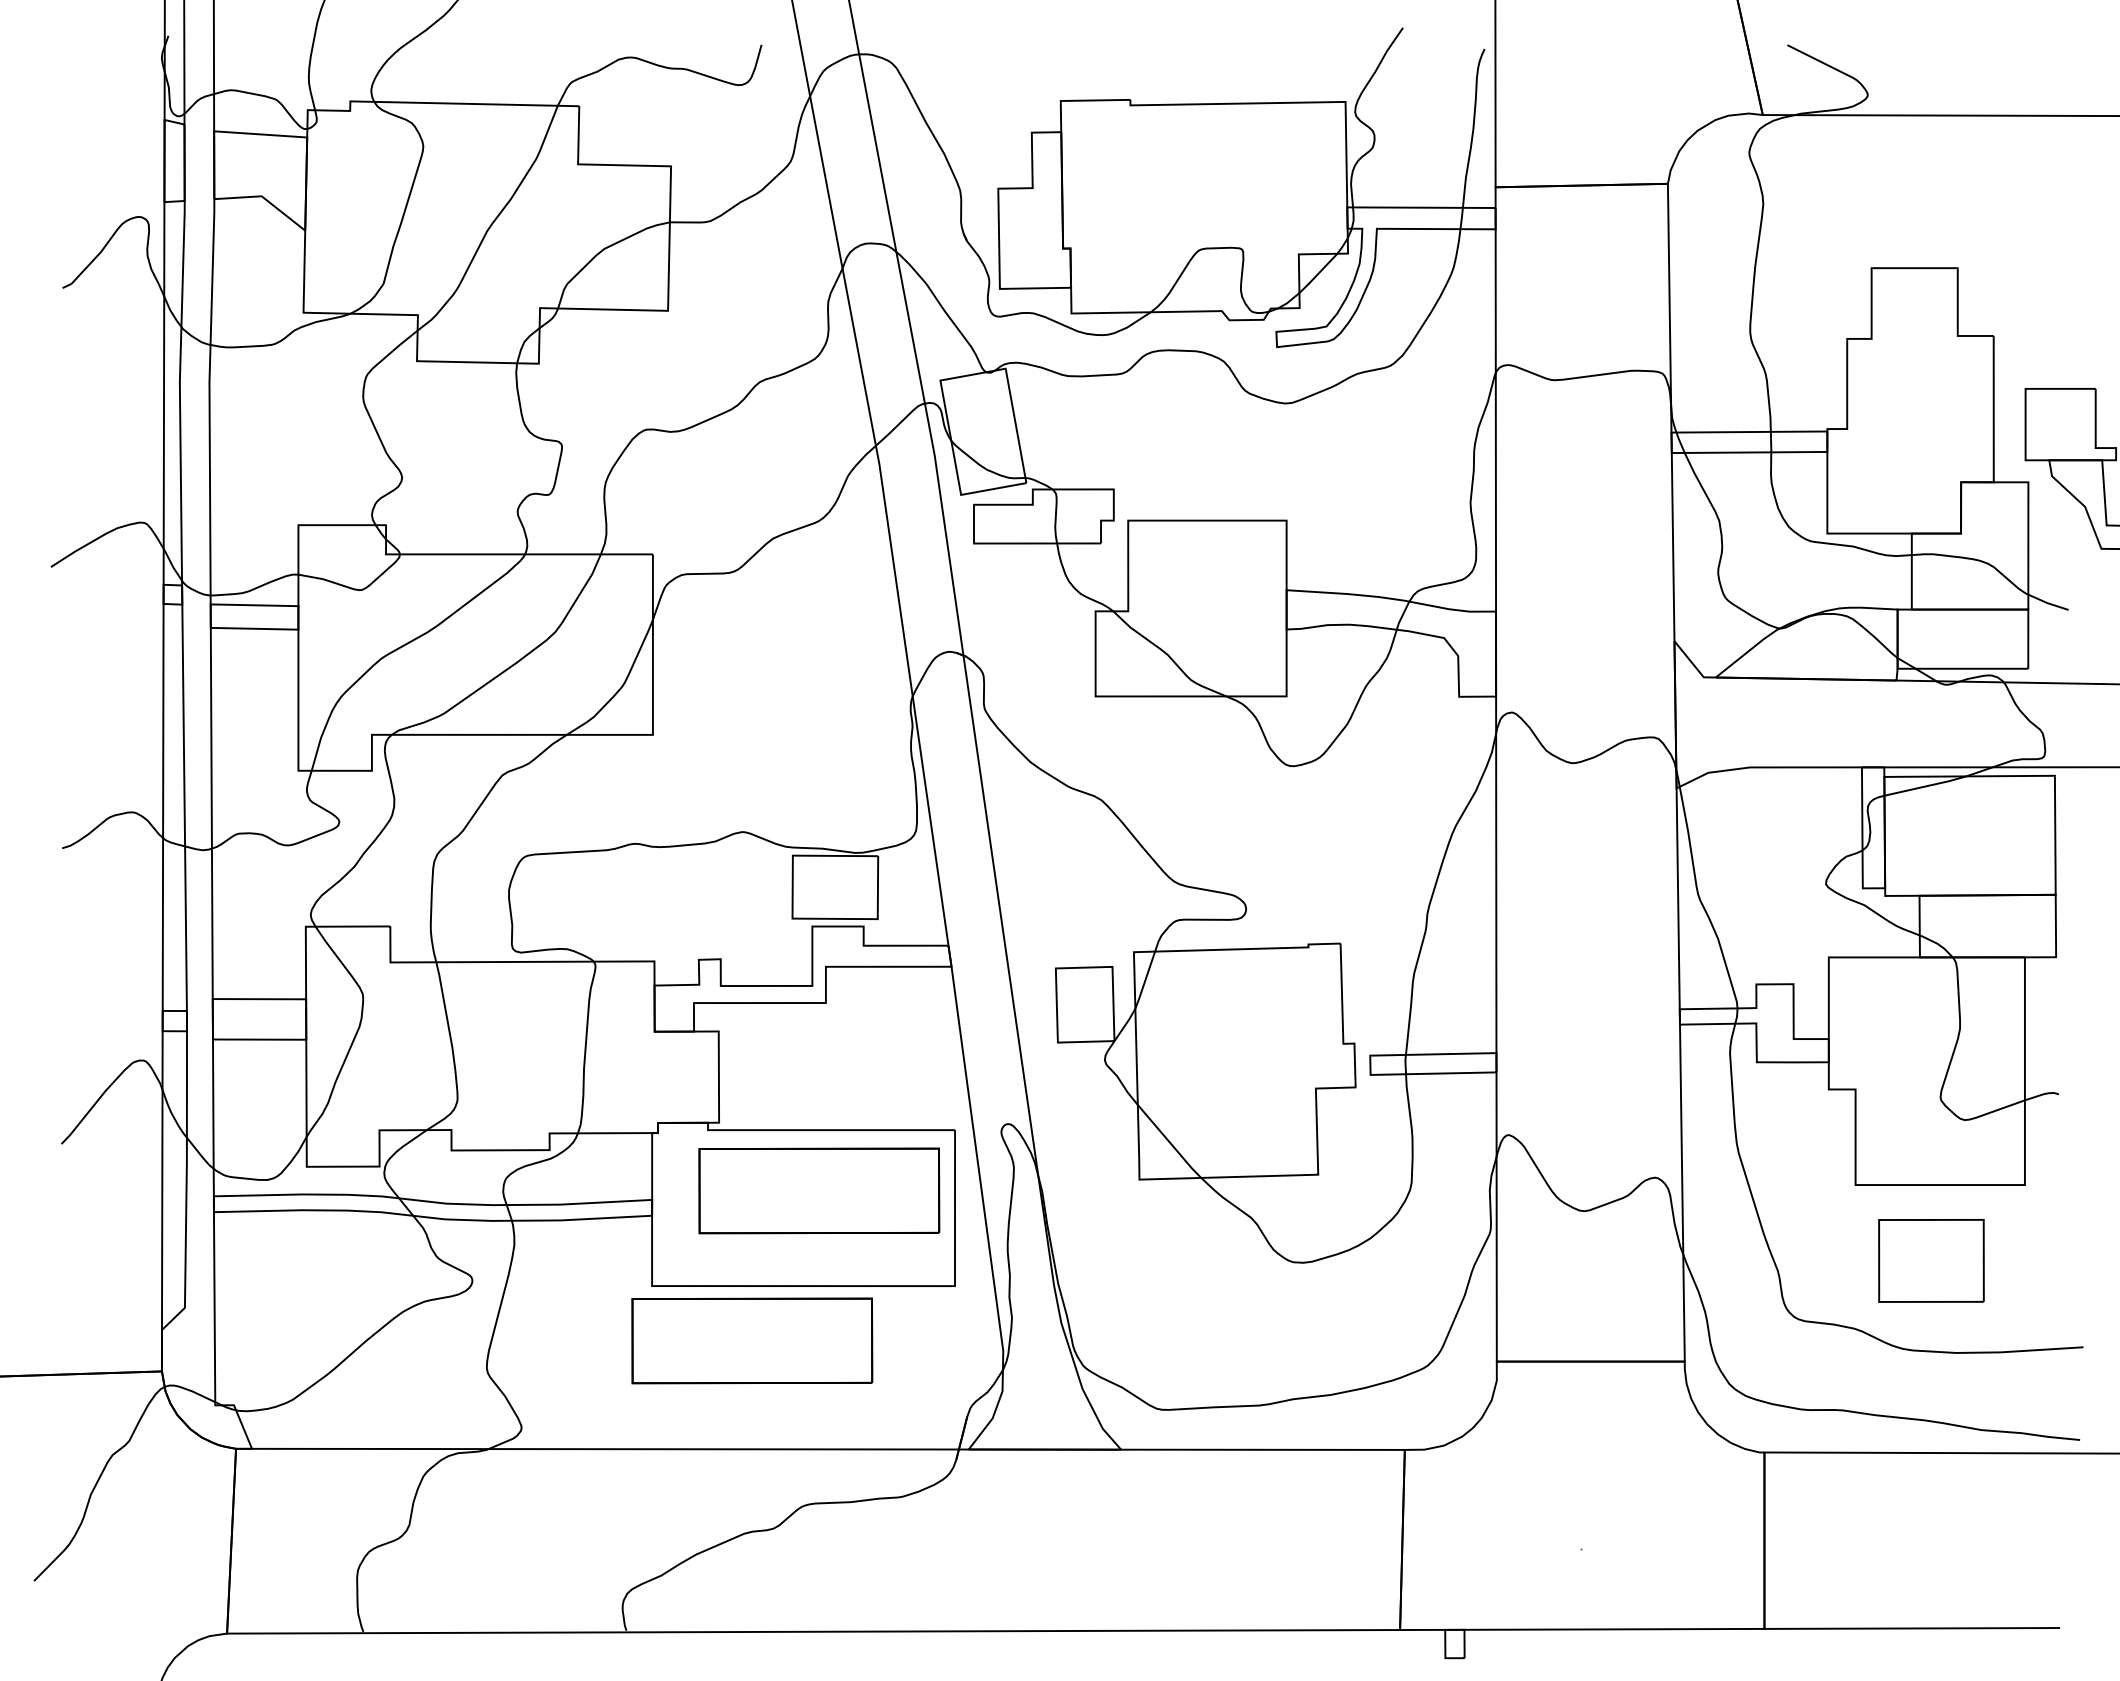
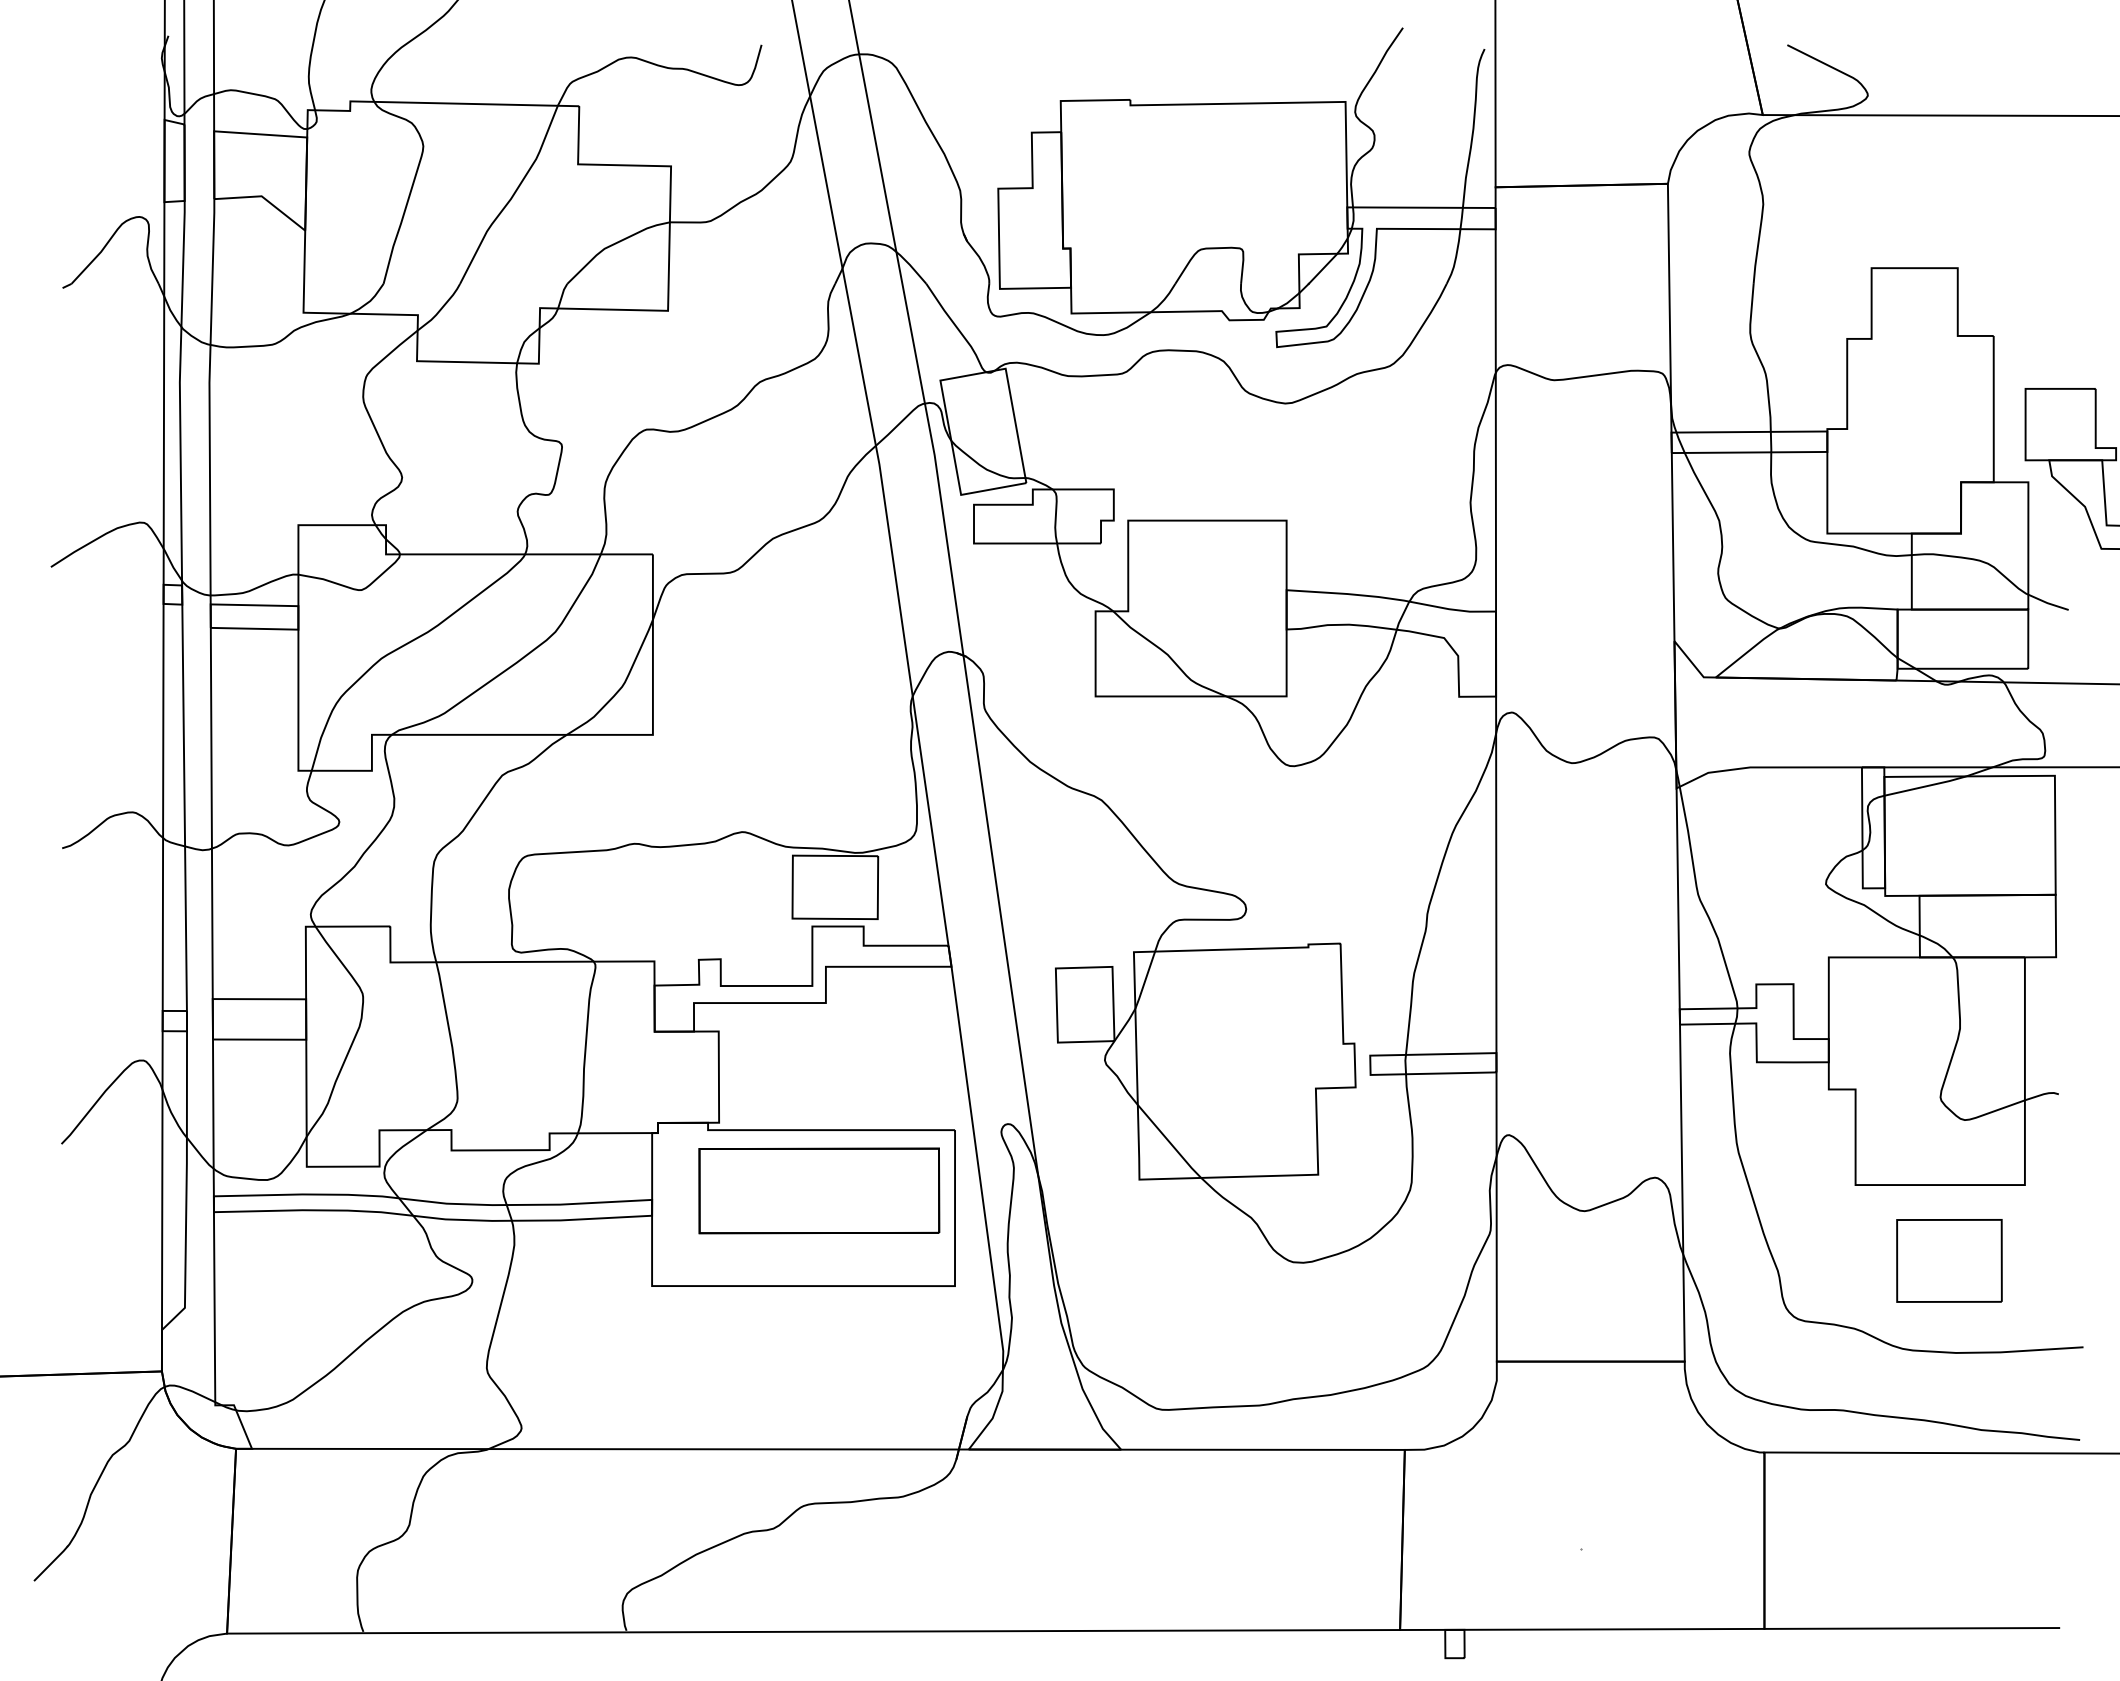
part at (1931, 1260) position: (1931, 1260) -> (1949, 1260)
part at (752, 1340): present -> none
